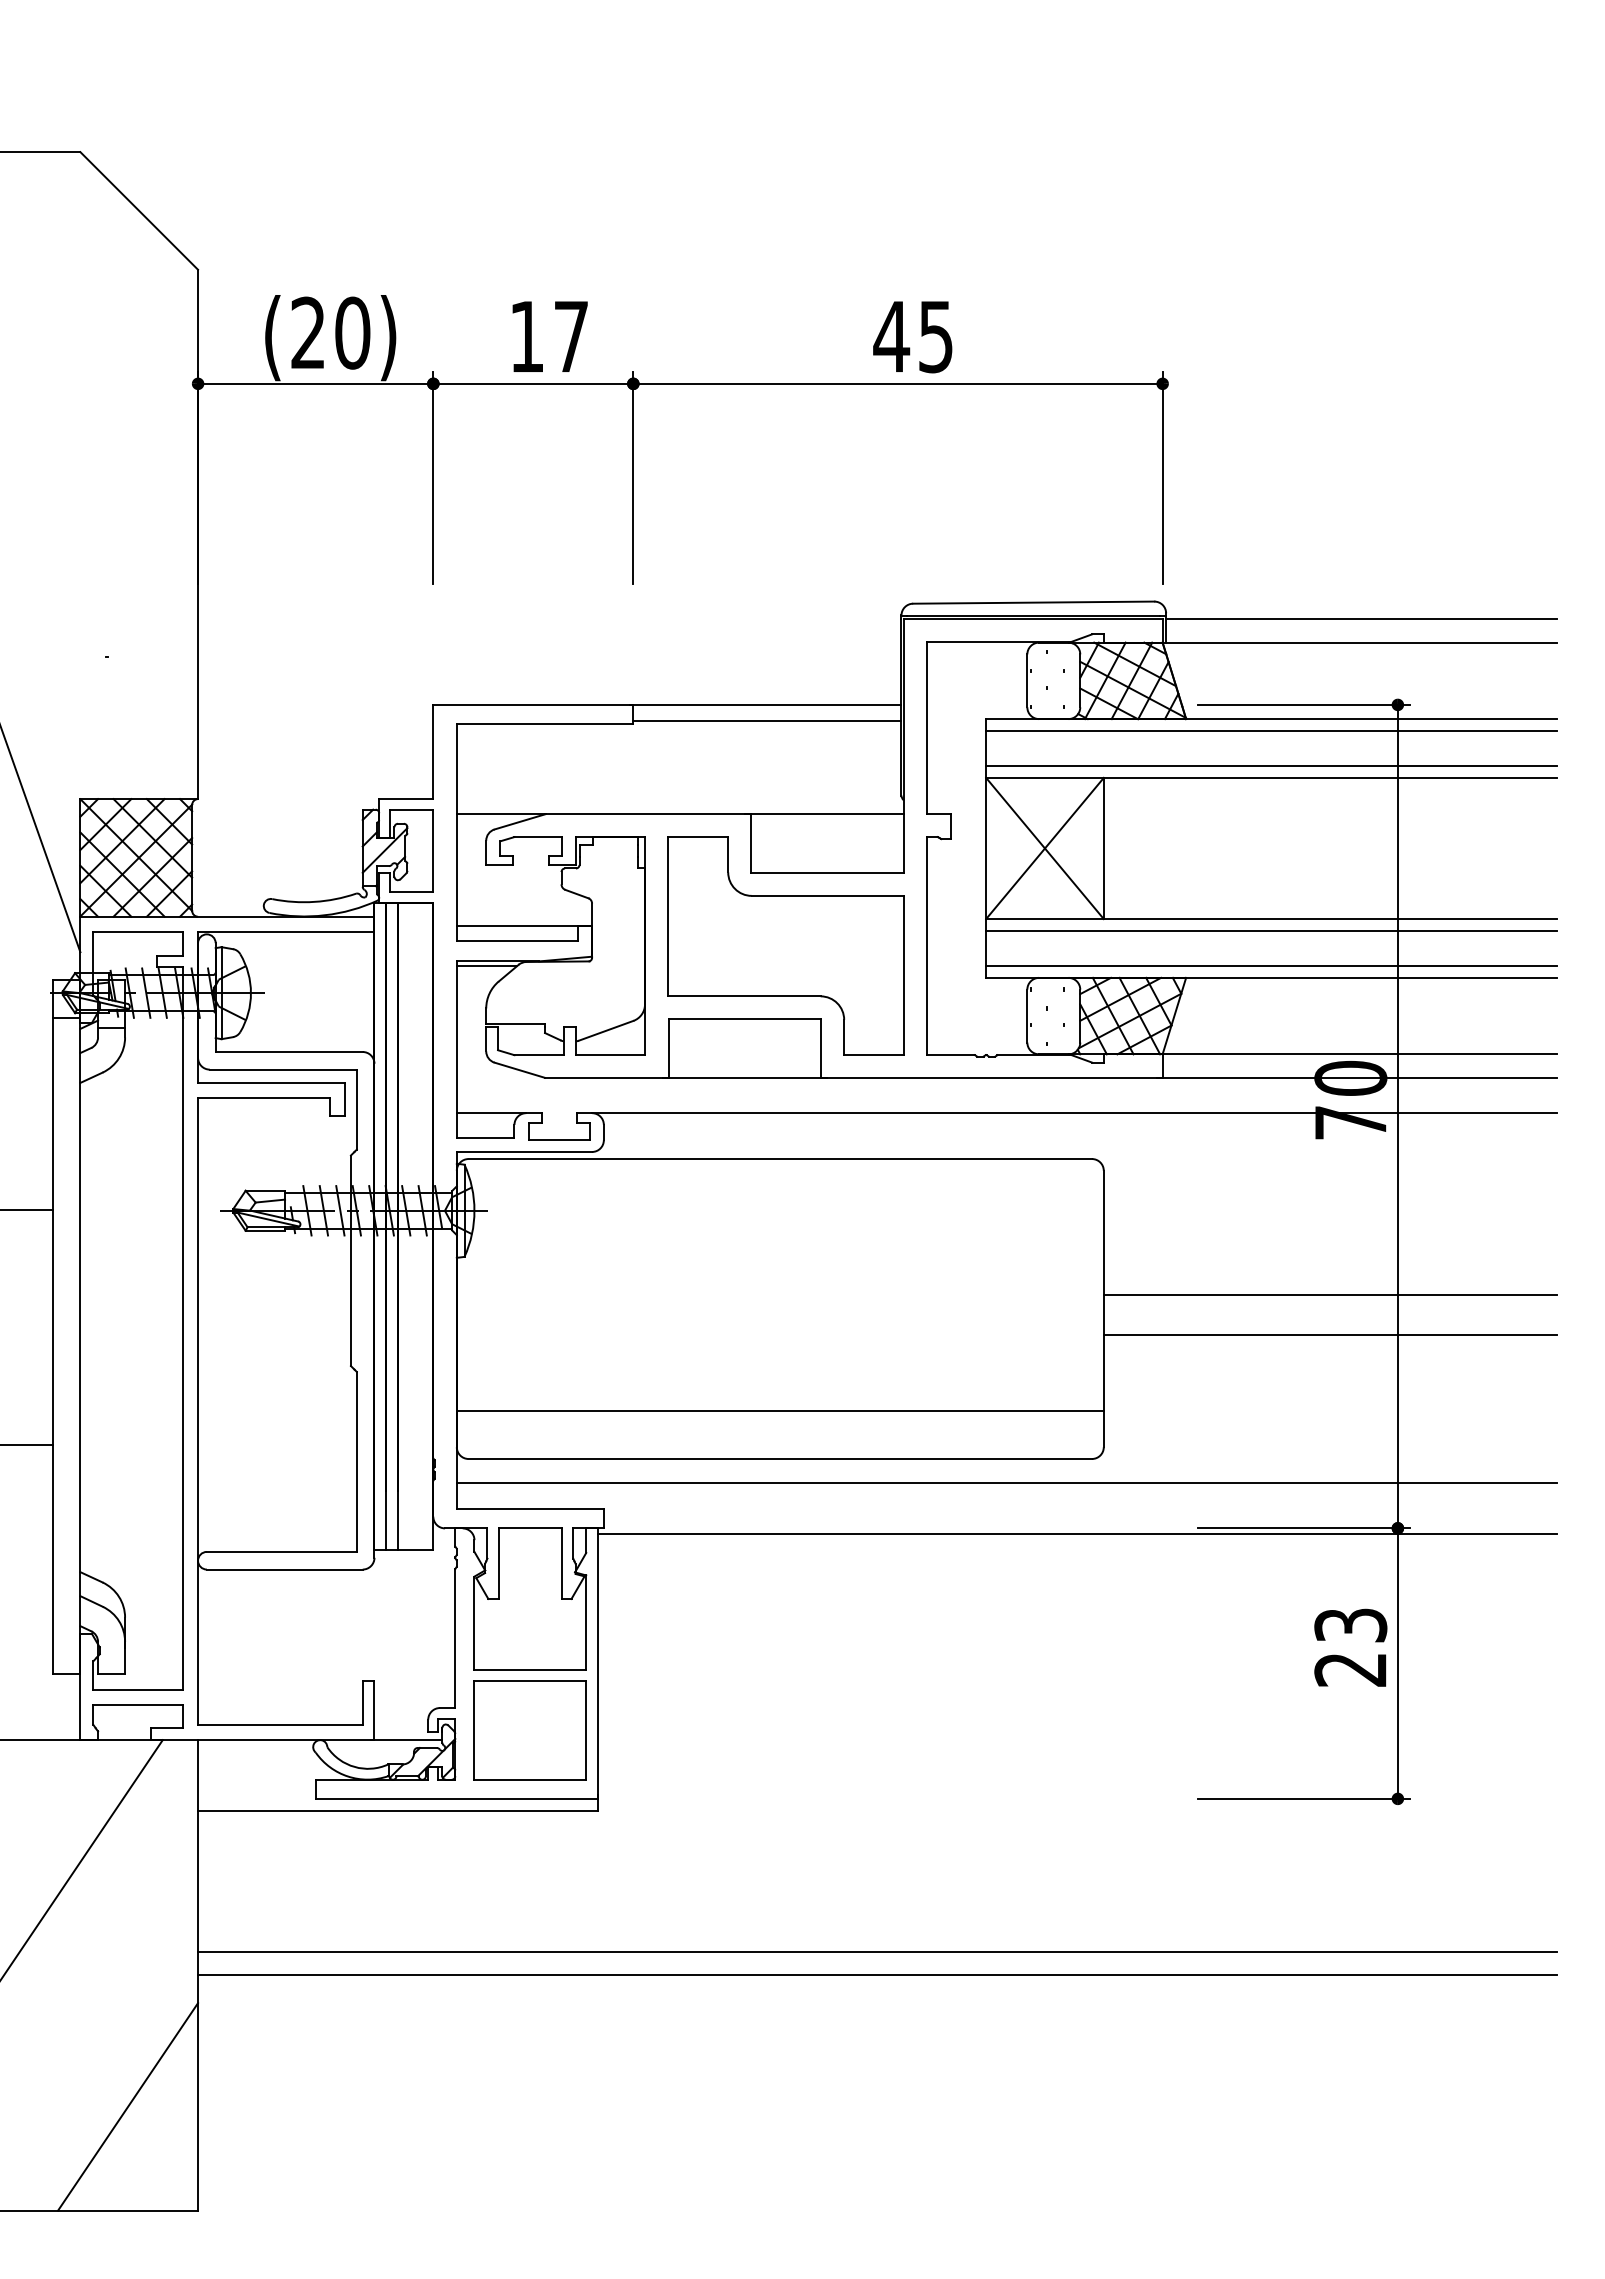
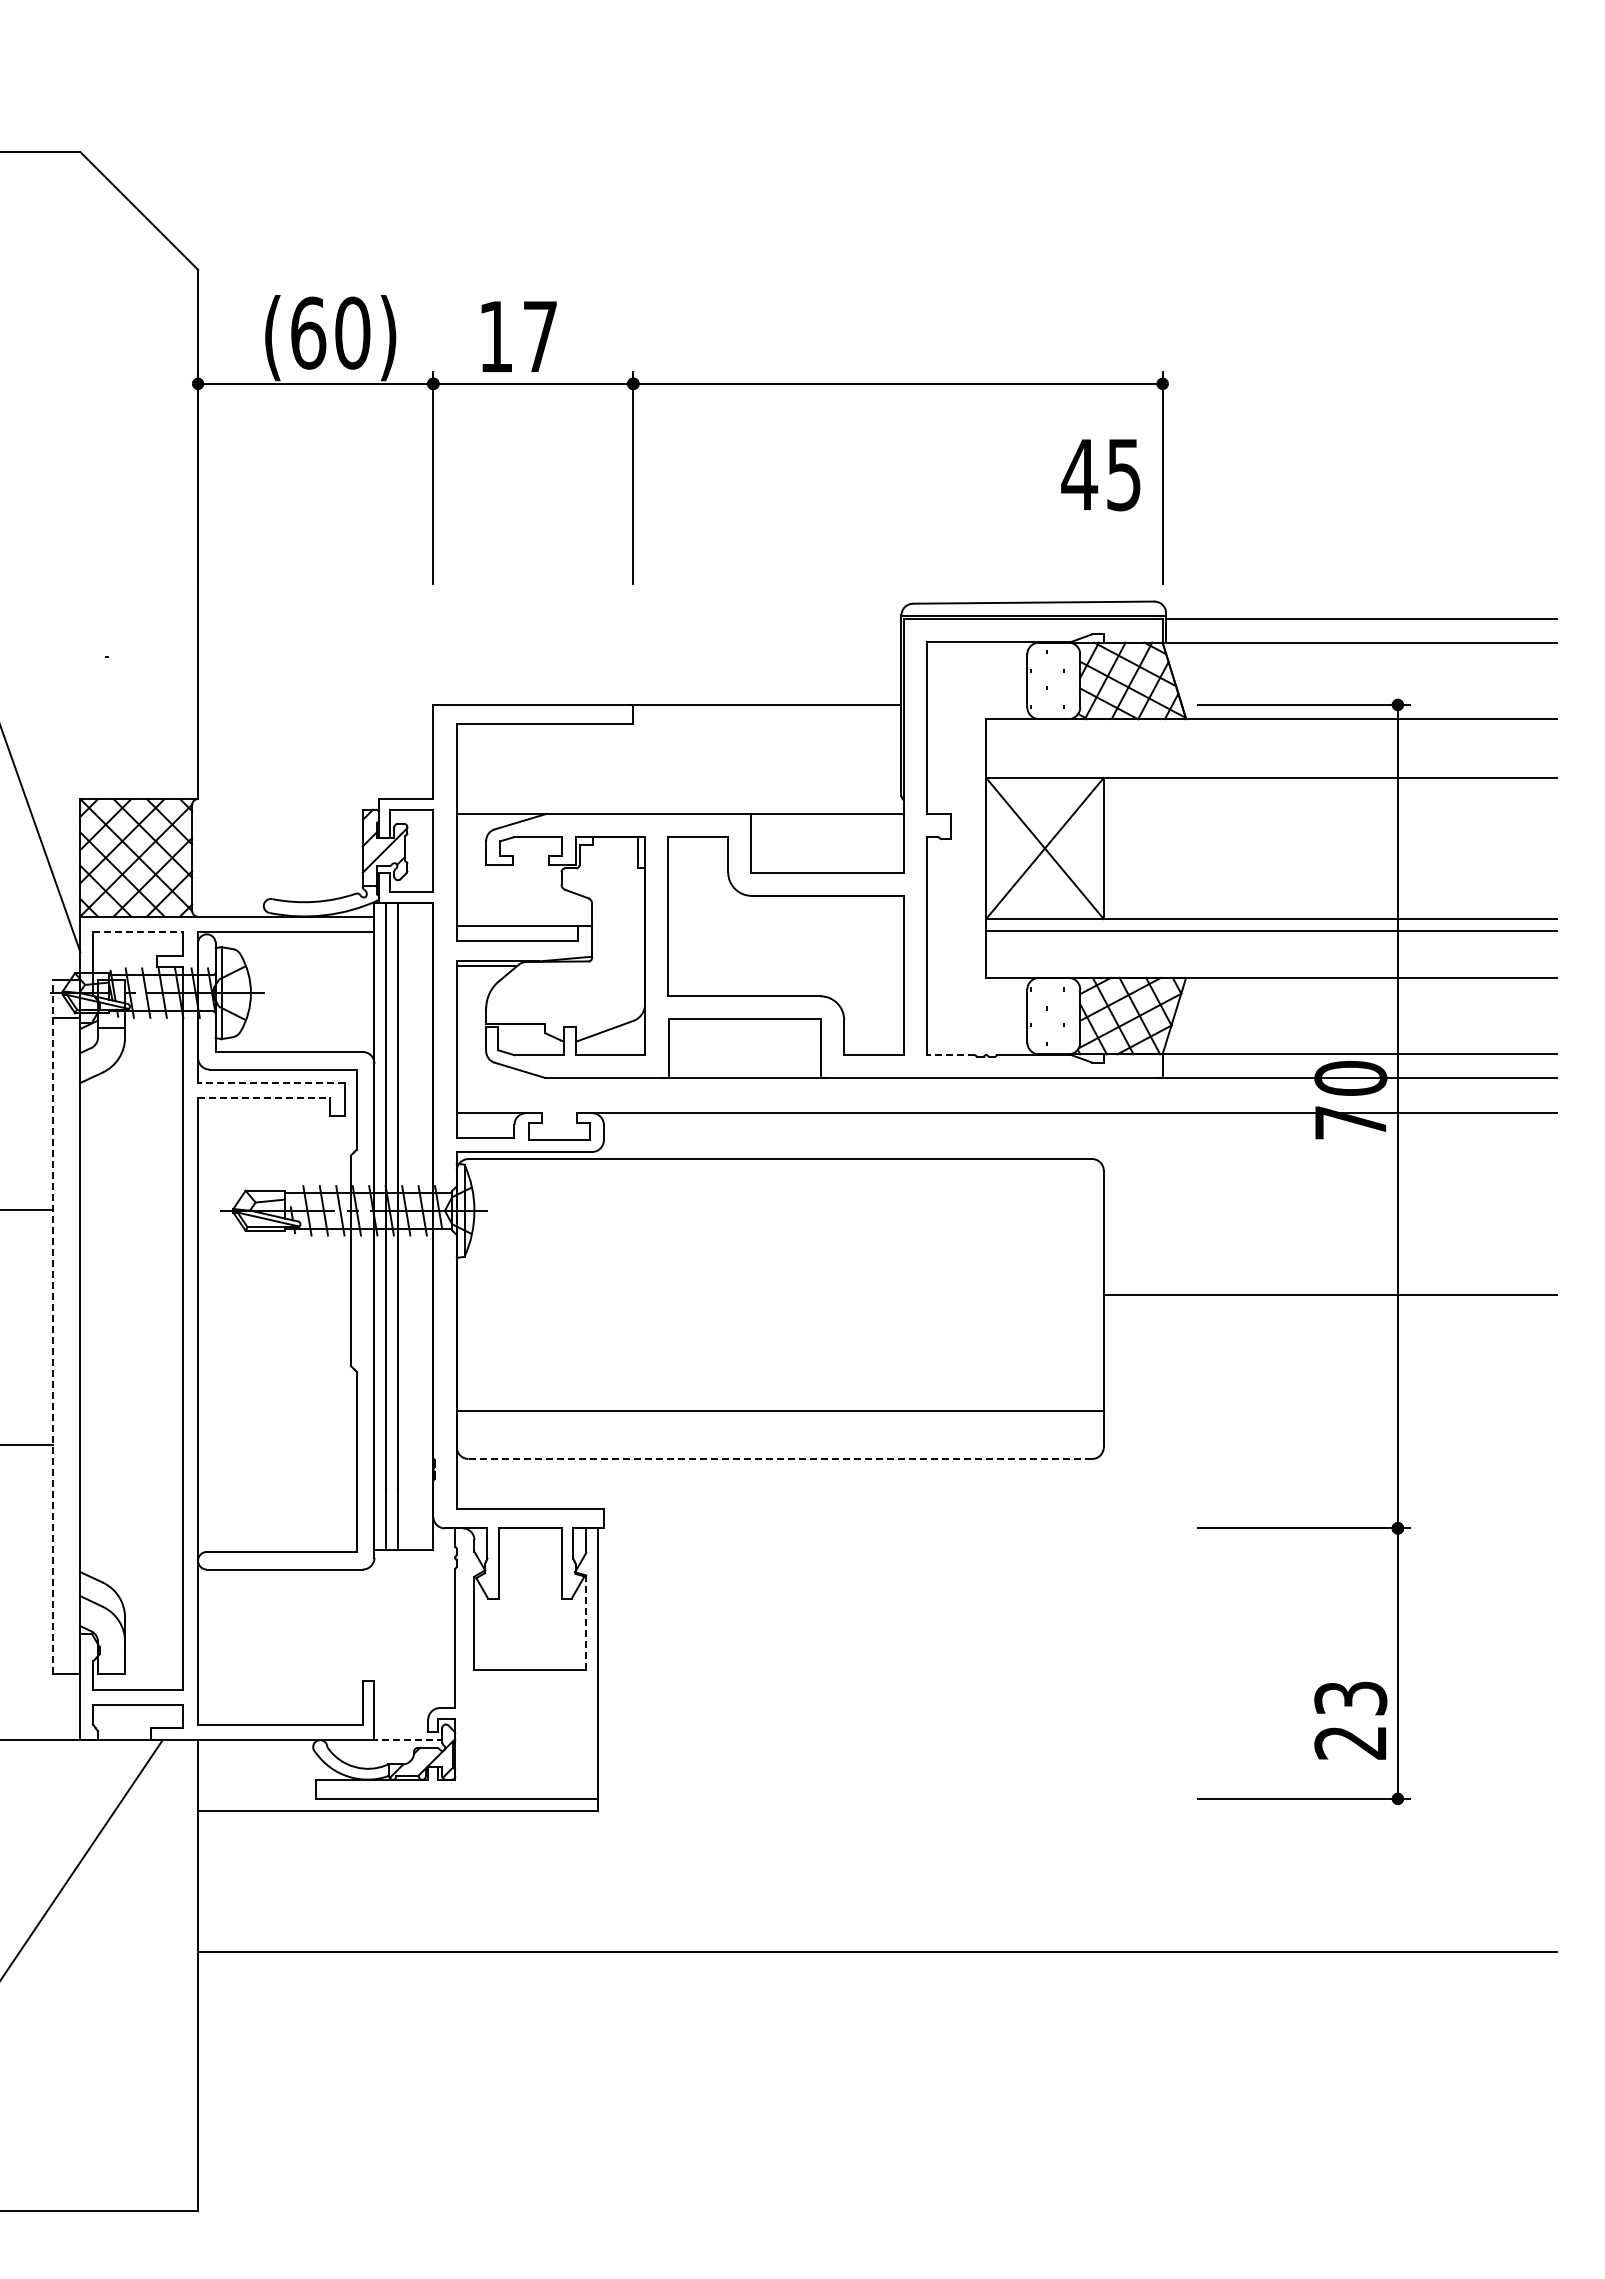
text at (308, 332): (20) -> (60)
text at (549, 336) position: (549, 336) -> (518, 336)
text at (912, 337) position: (912, 337) -> (1100, 475)
line at (767, 721): present -> none
line at (1271, 730): present -> none
line at (1271, 766): present -> none
line at (138, 932): solid -> dashed
line at (1271, 966): present -> none
line at (951, 1055): solid -> dashed
line at (271, 1082): solid -> dashed
line at (263, 1097): solid -> dashed
line at (53, 1326): solid -> dashed
line at (1329, 1335): present -> none
line at (780, 1459): solid -> dashed
line at (1006, 1482): present -> none
line at (1076, 1534): present -> none
line at (586, 1623): solid -> dashed
text at (1350, 1647) position: (1350, 1647) -> (1350, 1720)
part at (529, 1730): present -> none
line at (406, 1740): solid -> dashed
line at (877, 1975): present -> none
line at (128, 2106): present -> none
